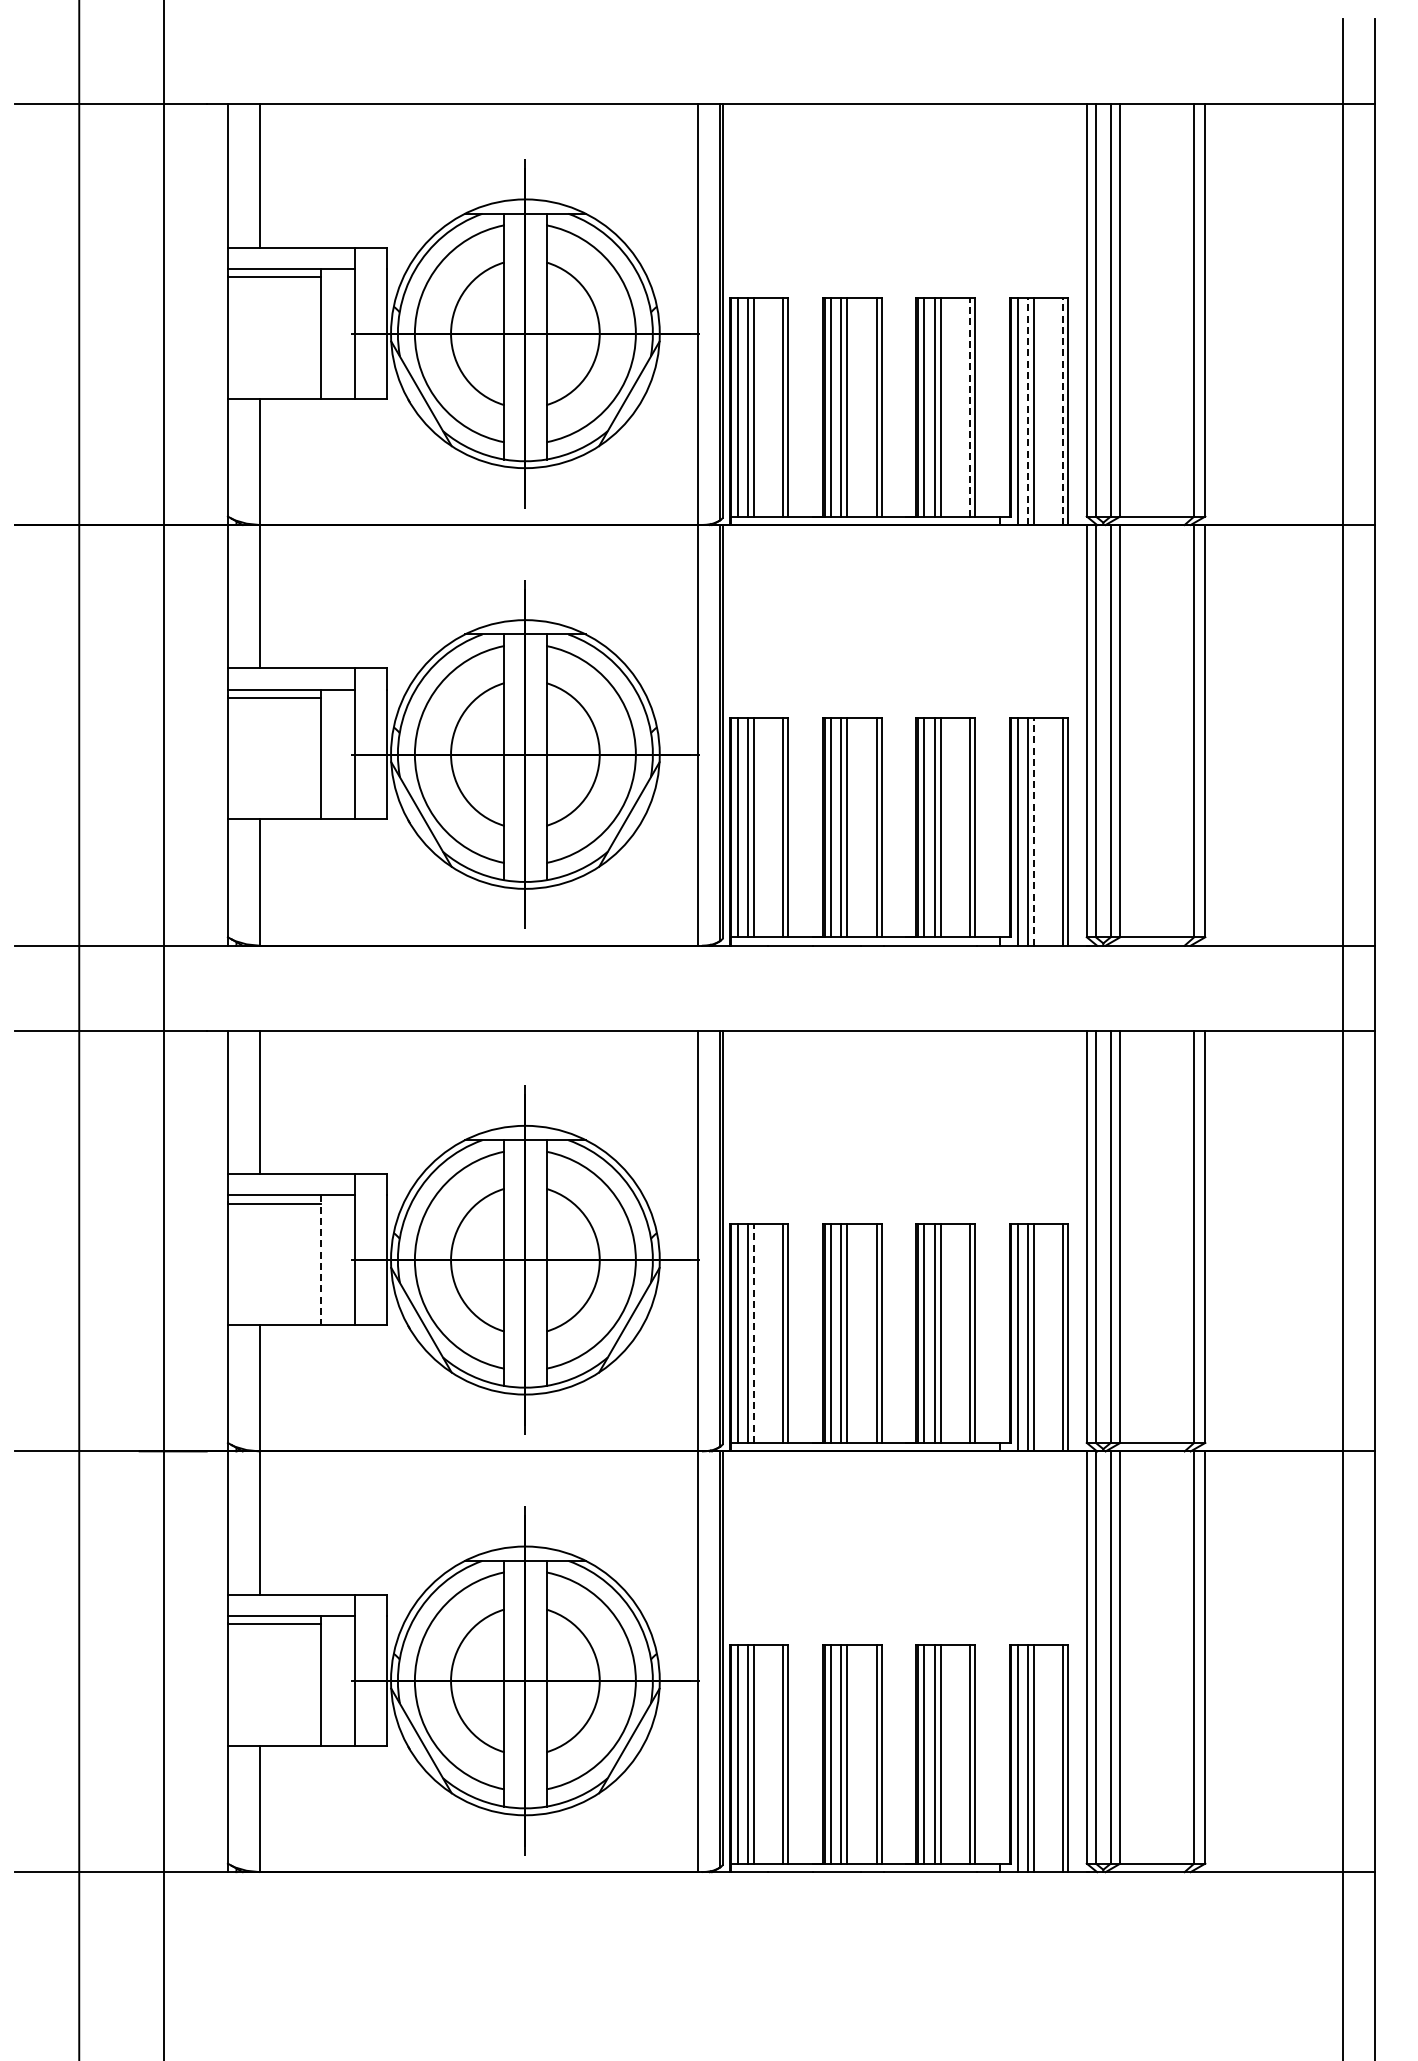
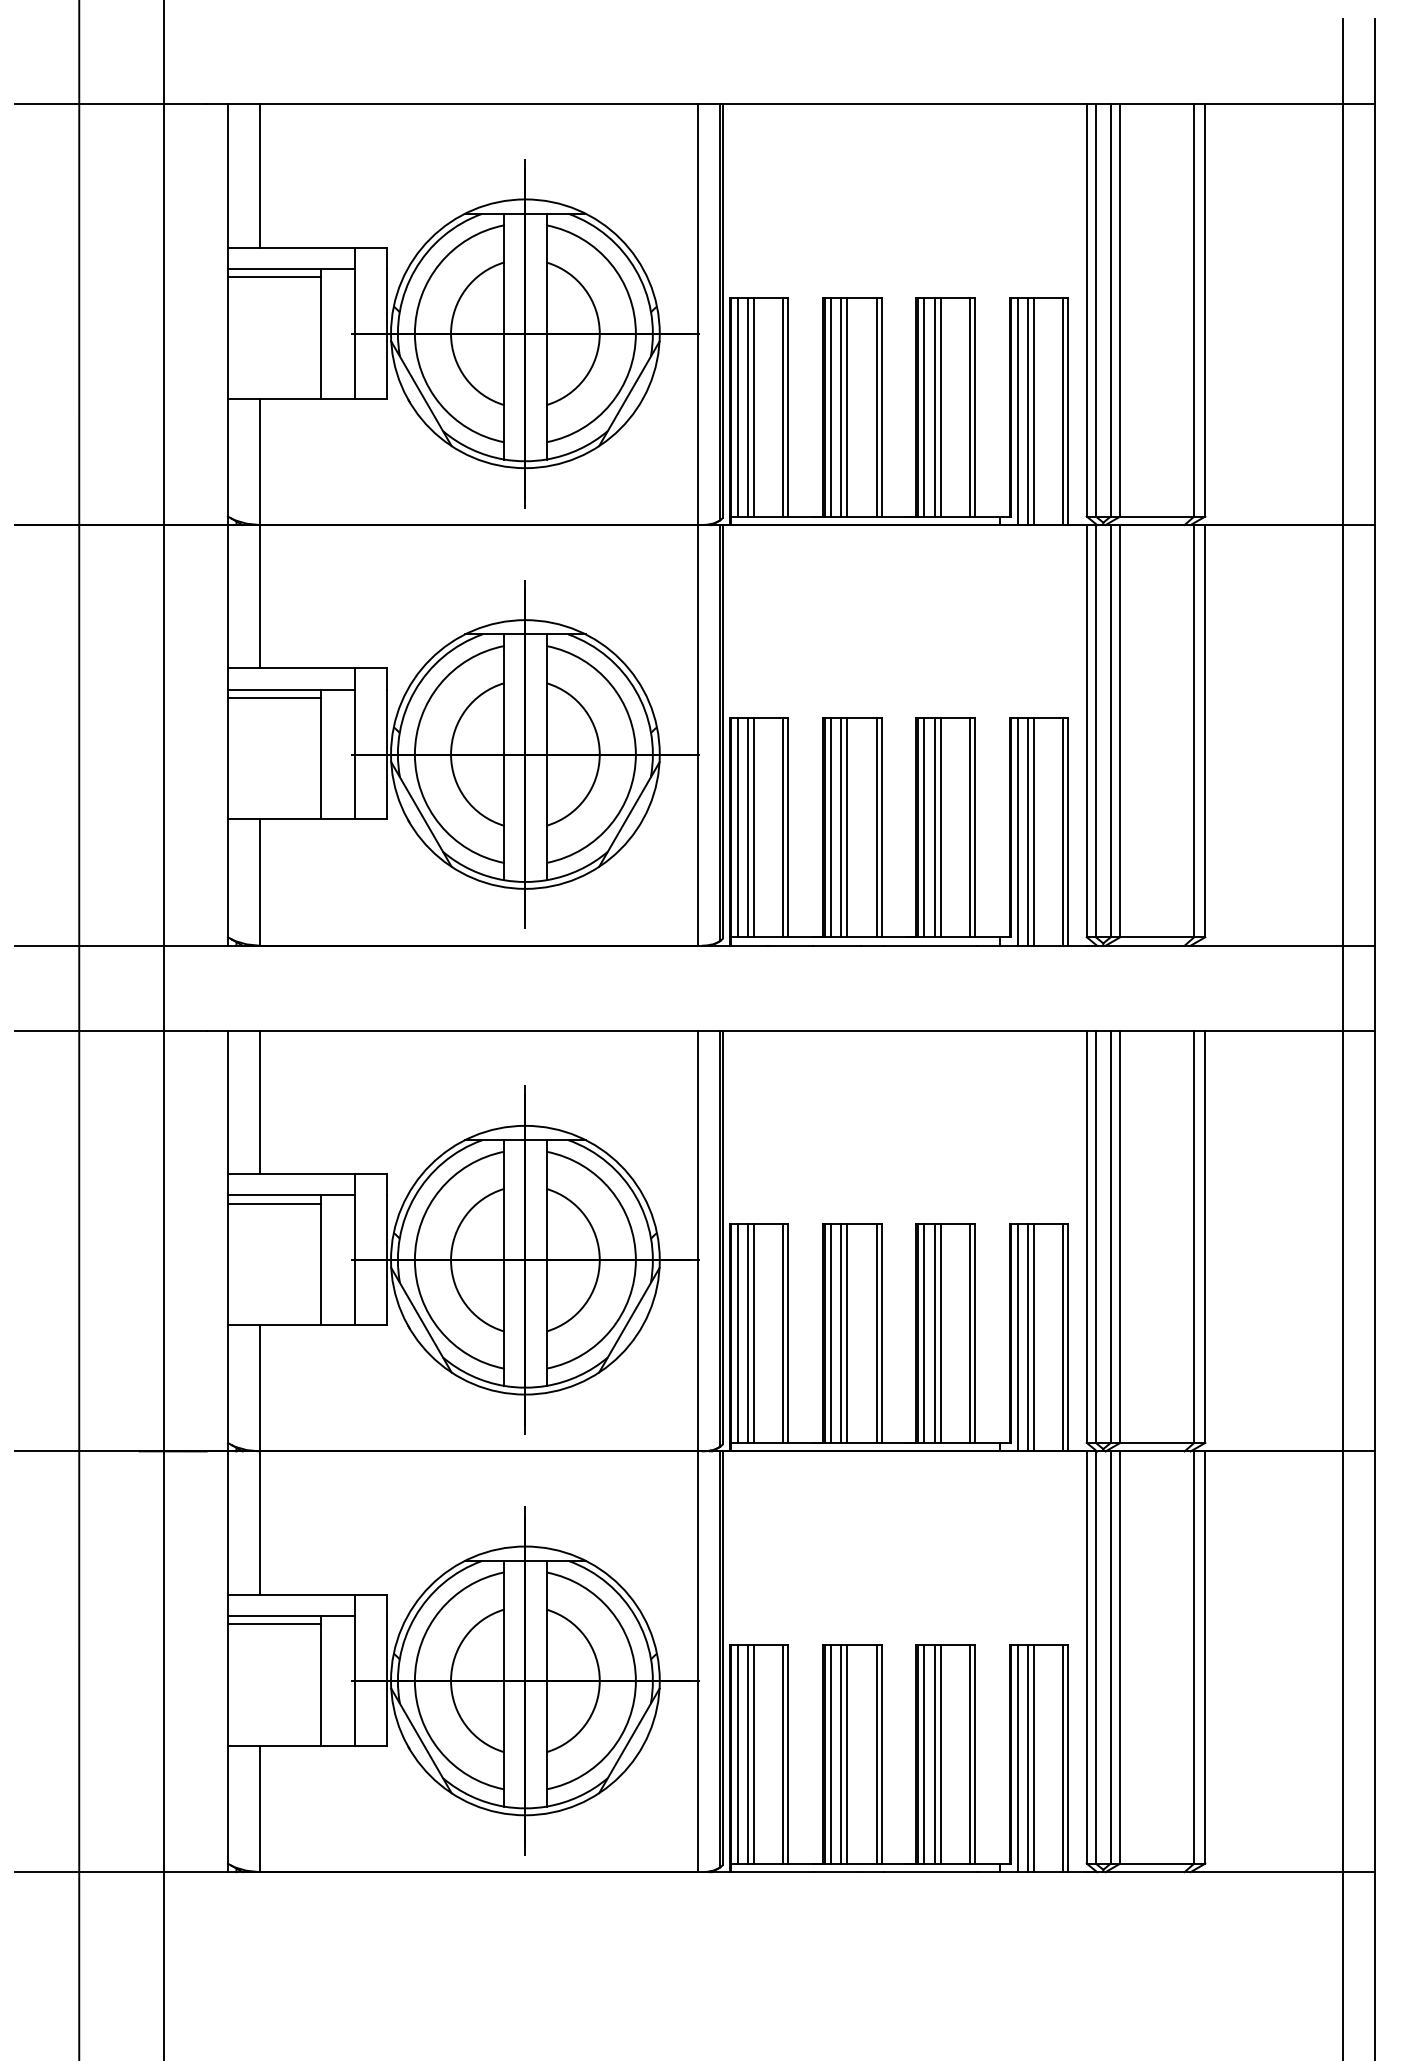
line at (969, 406): dashed -> solid
line at (1027, 411): dashed -> solid
line at (1062, 411): dashed -> solid
line at (1033, 832): dashed -> solid
line at (321, 1260): dashed -> solid
line at (754, 1333): dashed -> solid
